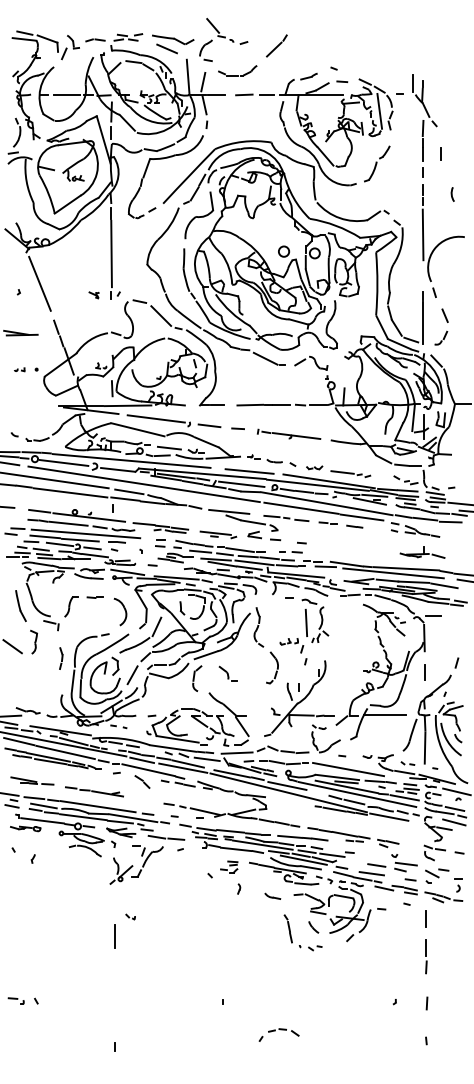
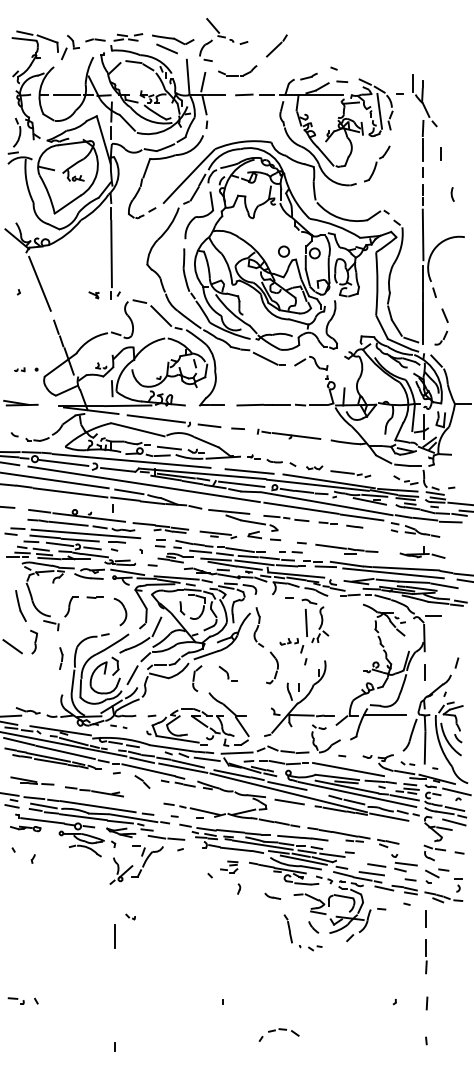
line at (423, 278): none -> present
part at (20, 332) position: (20, 332) -> (20, 402)
part at (346, 548): none -> present
line at (289, 801): none -> present
